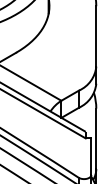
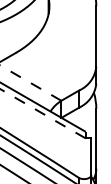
line at (30, 82): solid -> dashed
line at (42, 113): solid -> dashed
